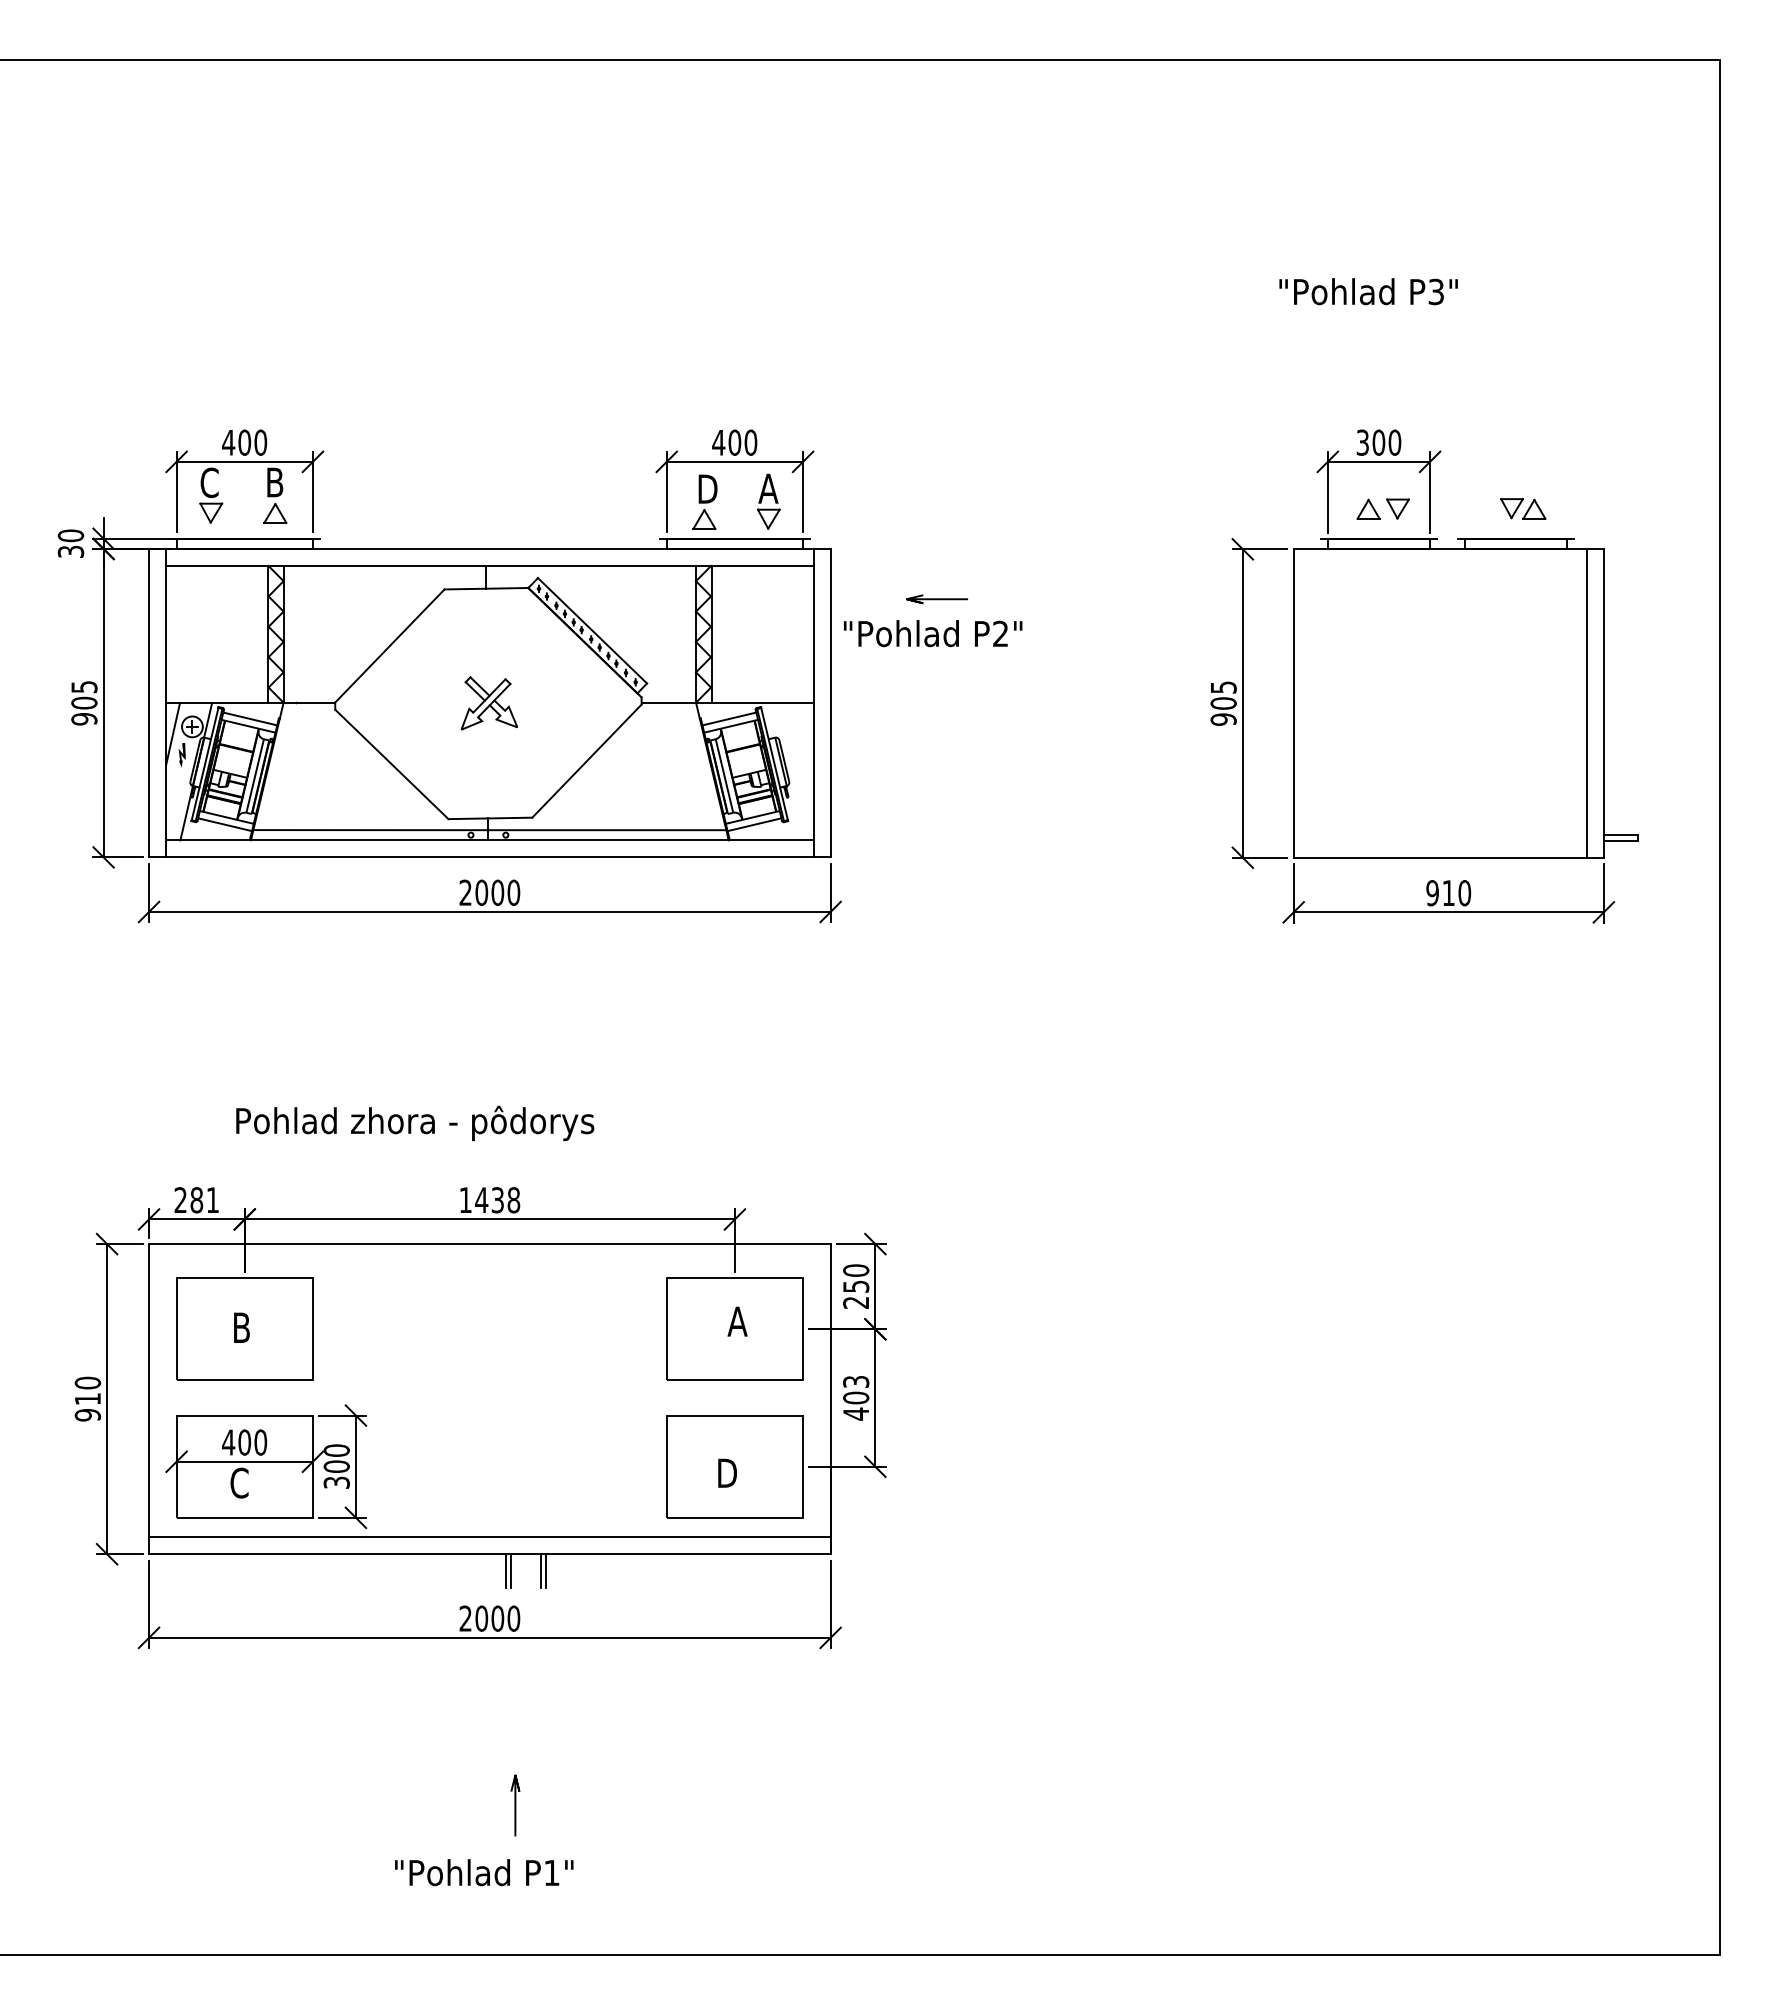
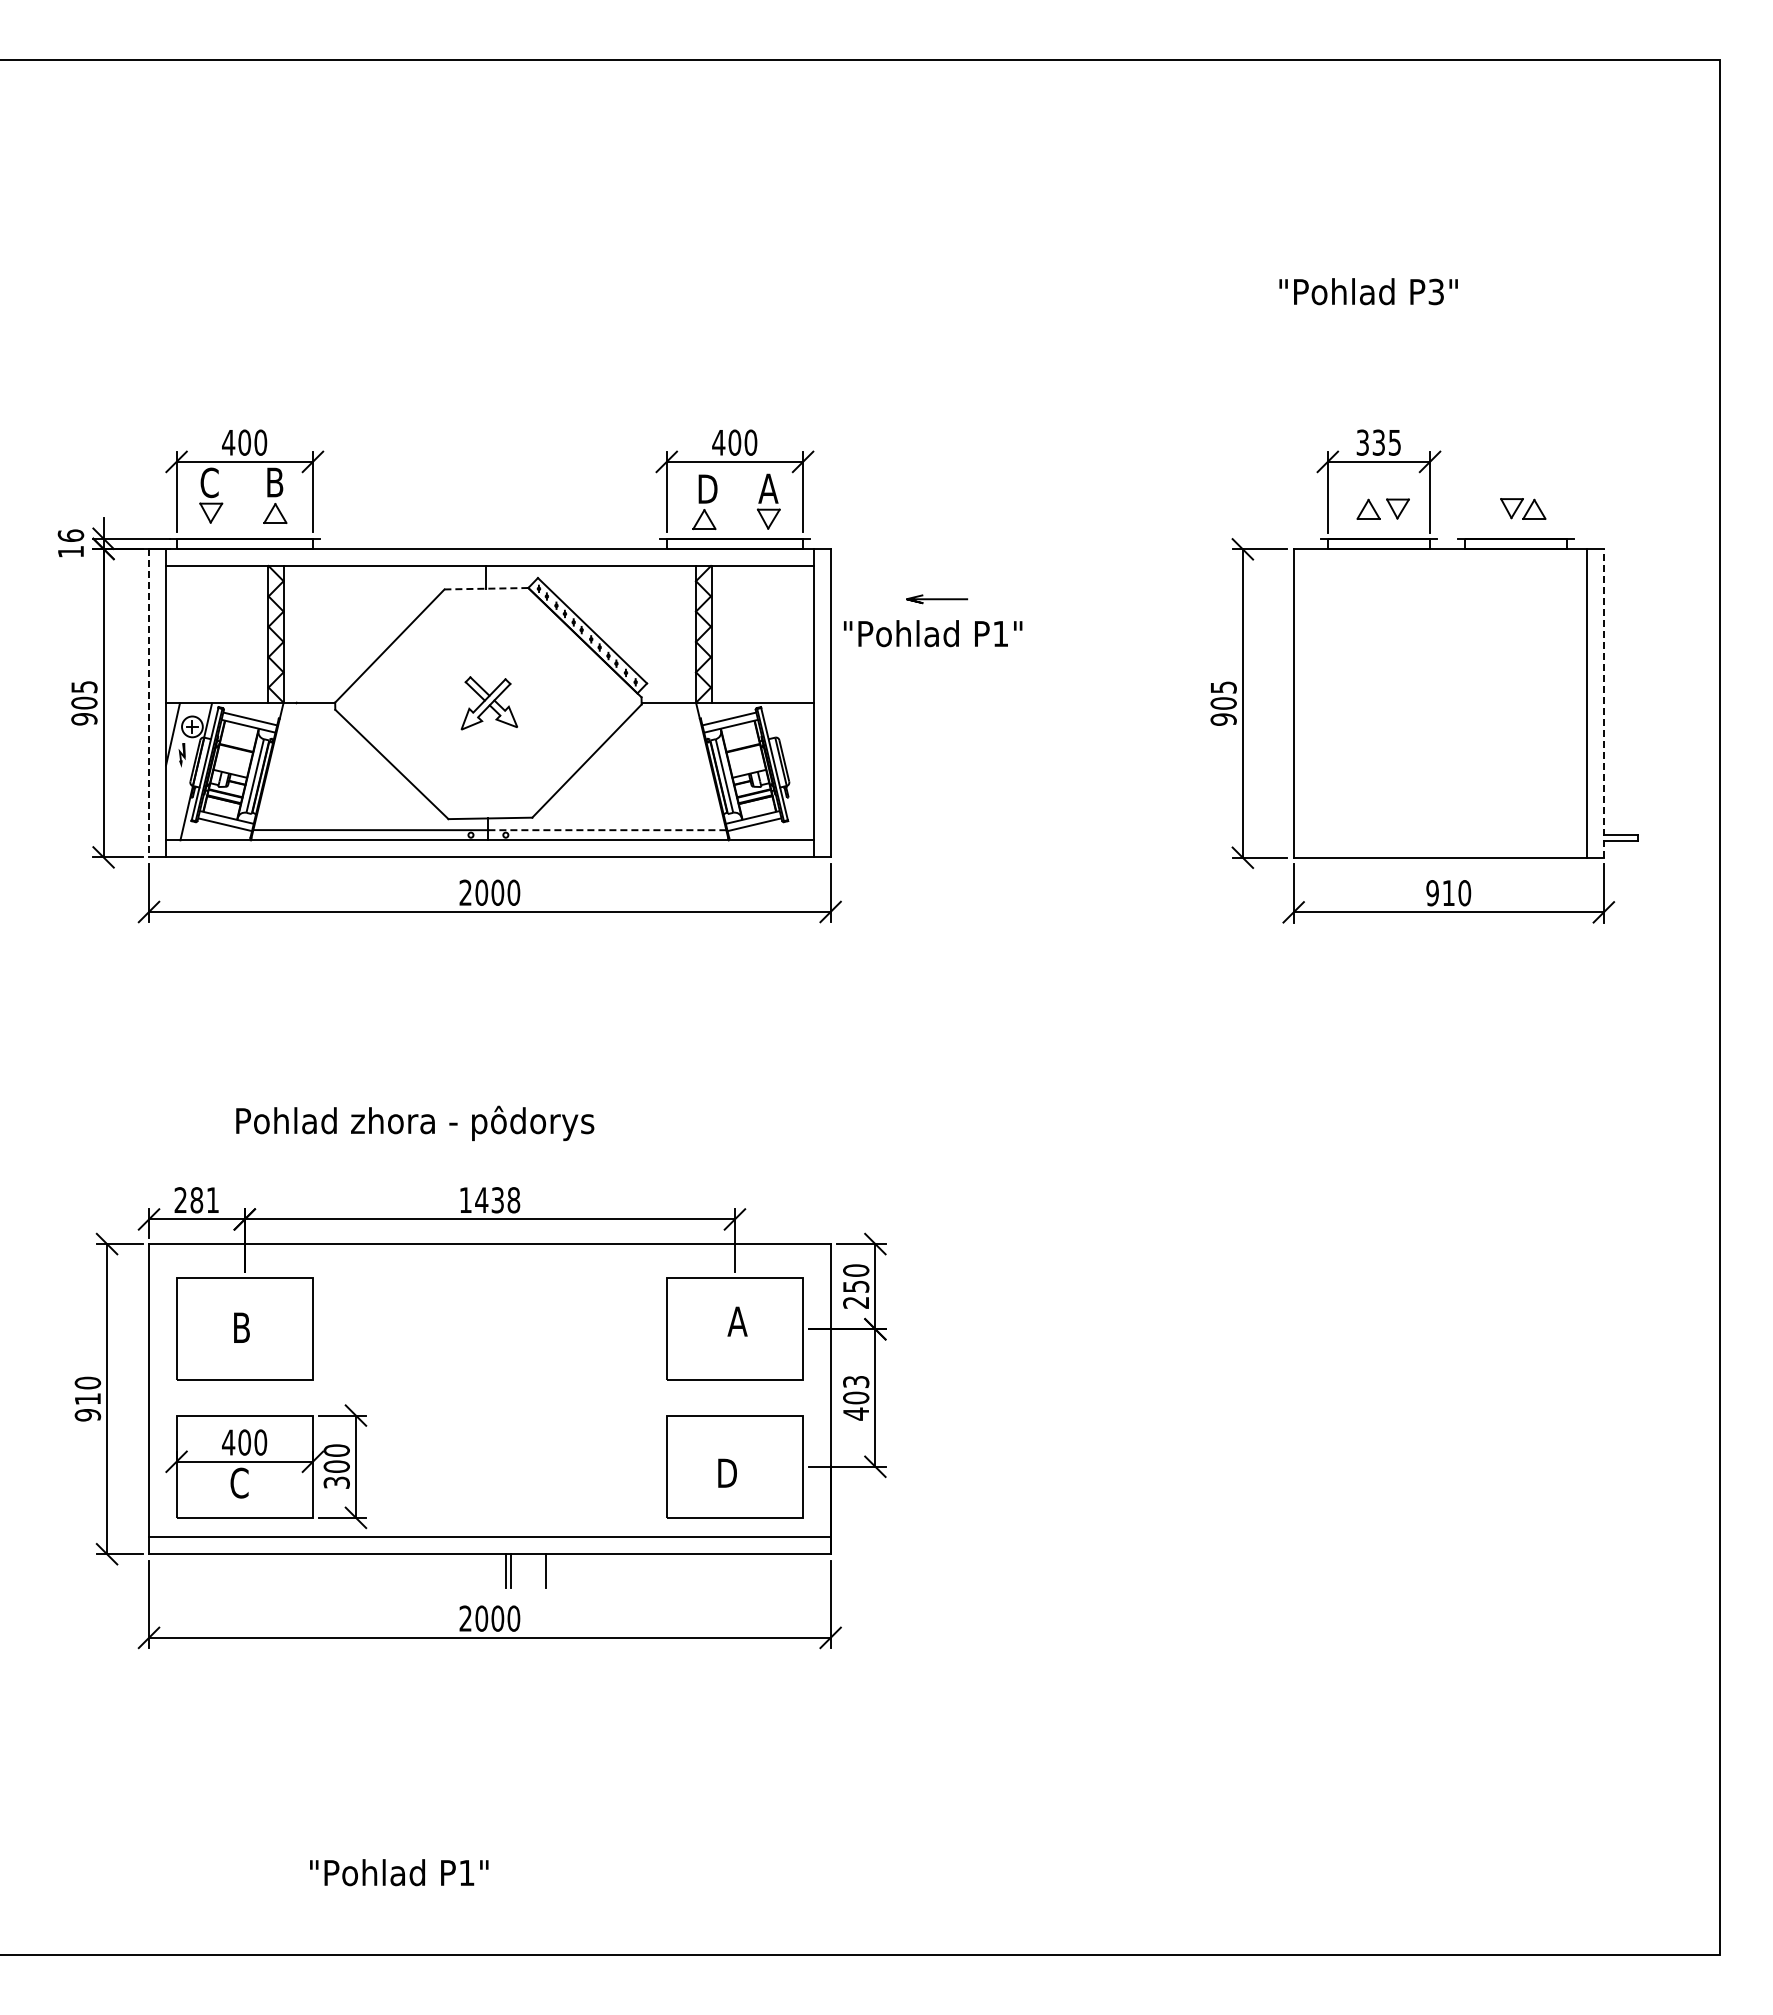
text at (1386, 442): 300 -> 335
text at (70, 543): 30 -> 16
line at (486, 588): solid -> dashed
text at (1000, 633): P2" -> P1"
line at (149, 703): solid -> dashed
line at (1603, 703): solid -> dashed
line at (607, 830): solid -> dashed
line at (540, 1571): present -> none
line at (515, 1805): present -> none
text at (484, 1872) position: (484, 1872) -> (399, 1872)
